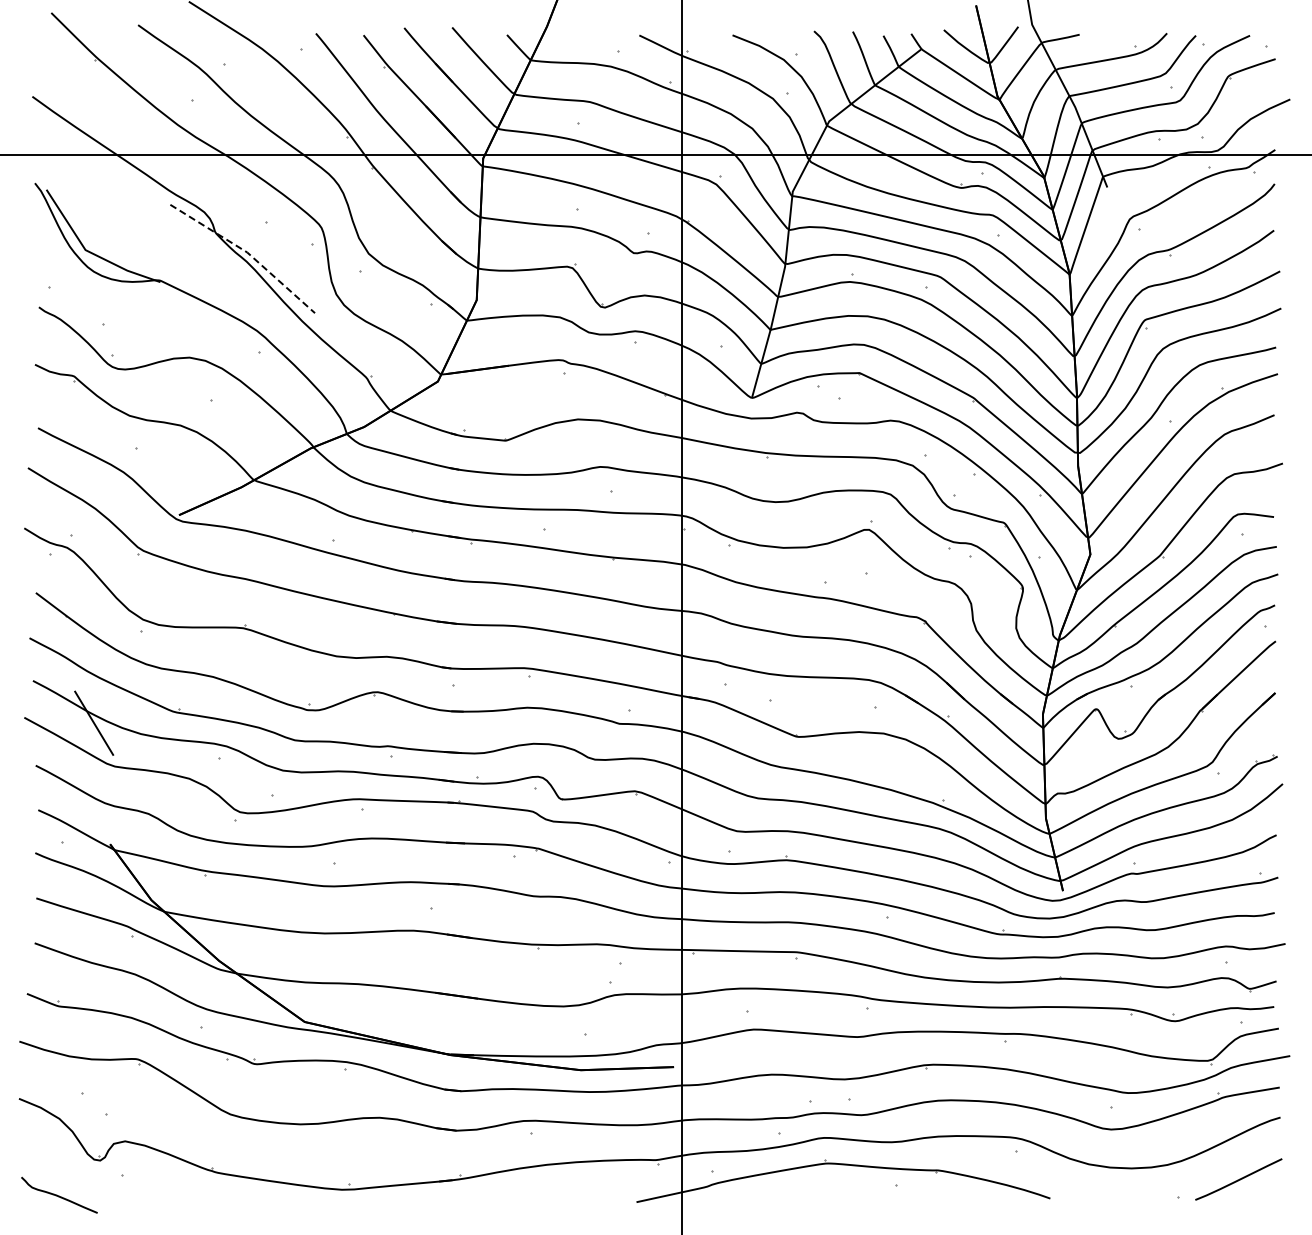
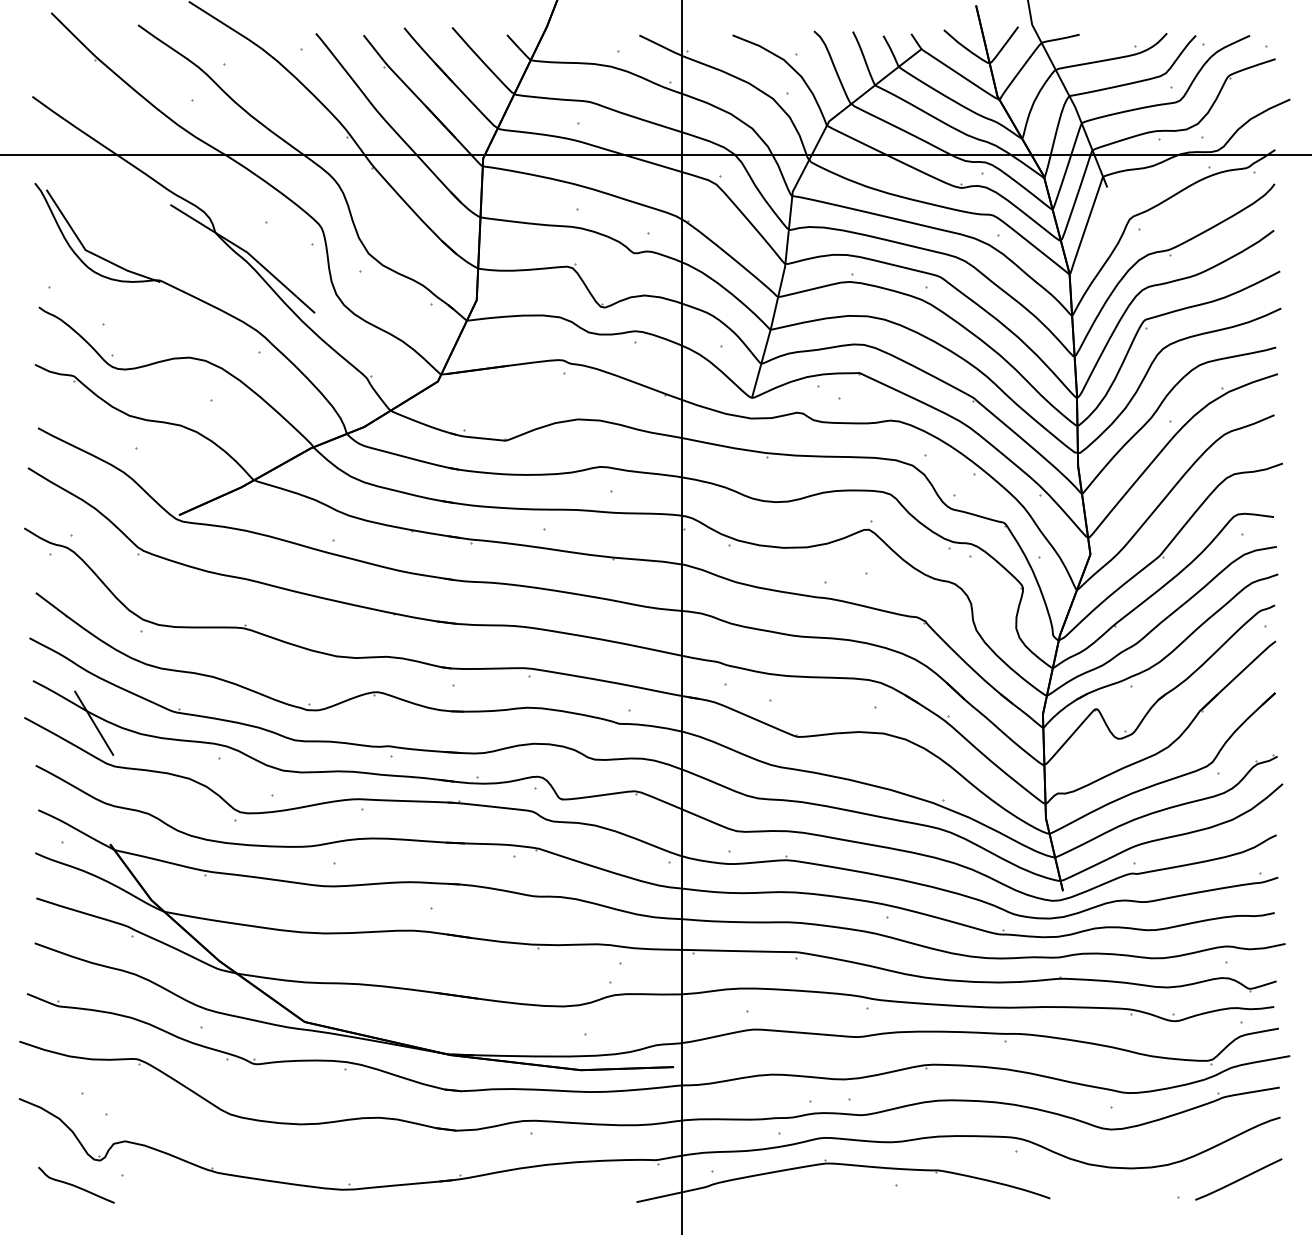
line at (247, 252): dashed -> solid
curve at (59, 1195) position: (59, 1195) -> (76, 1185)
